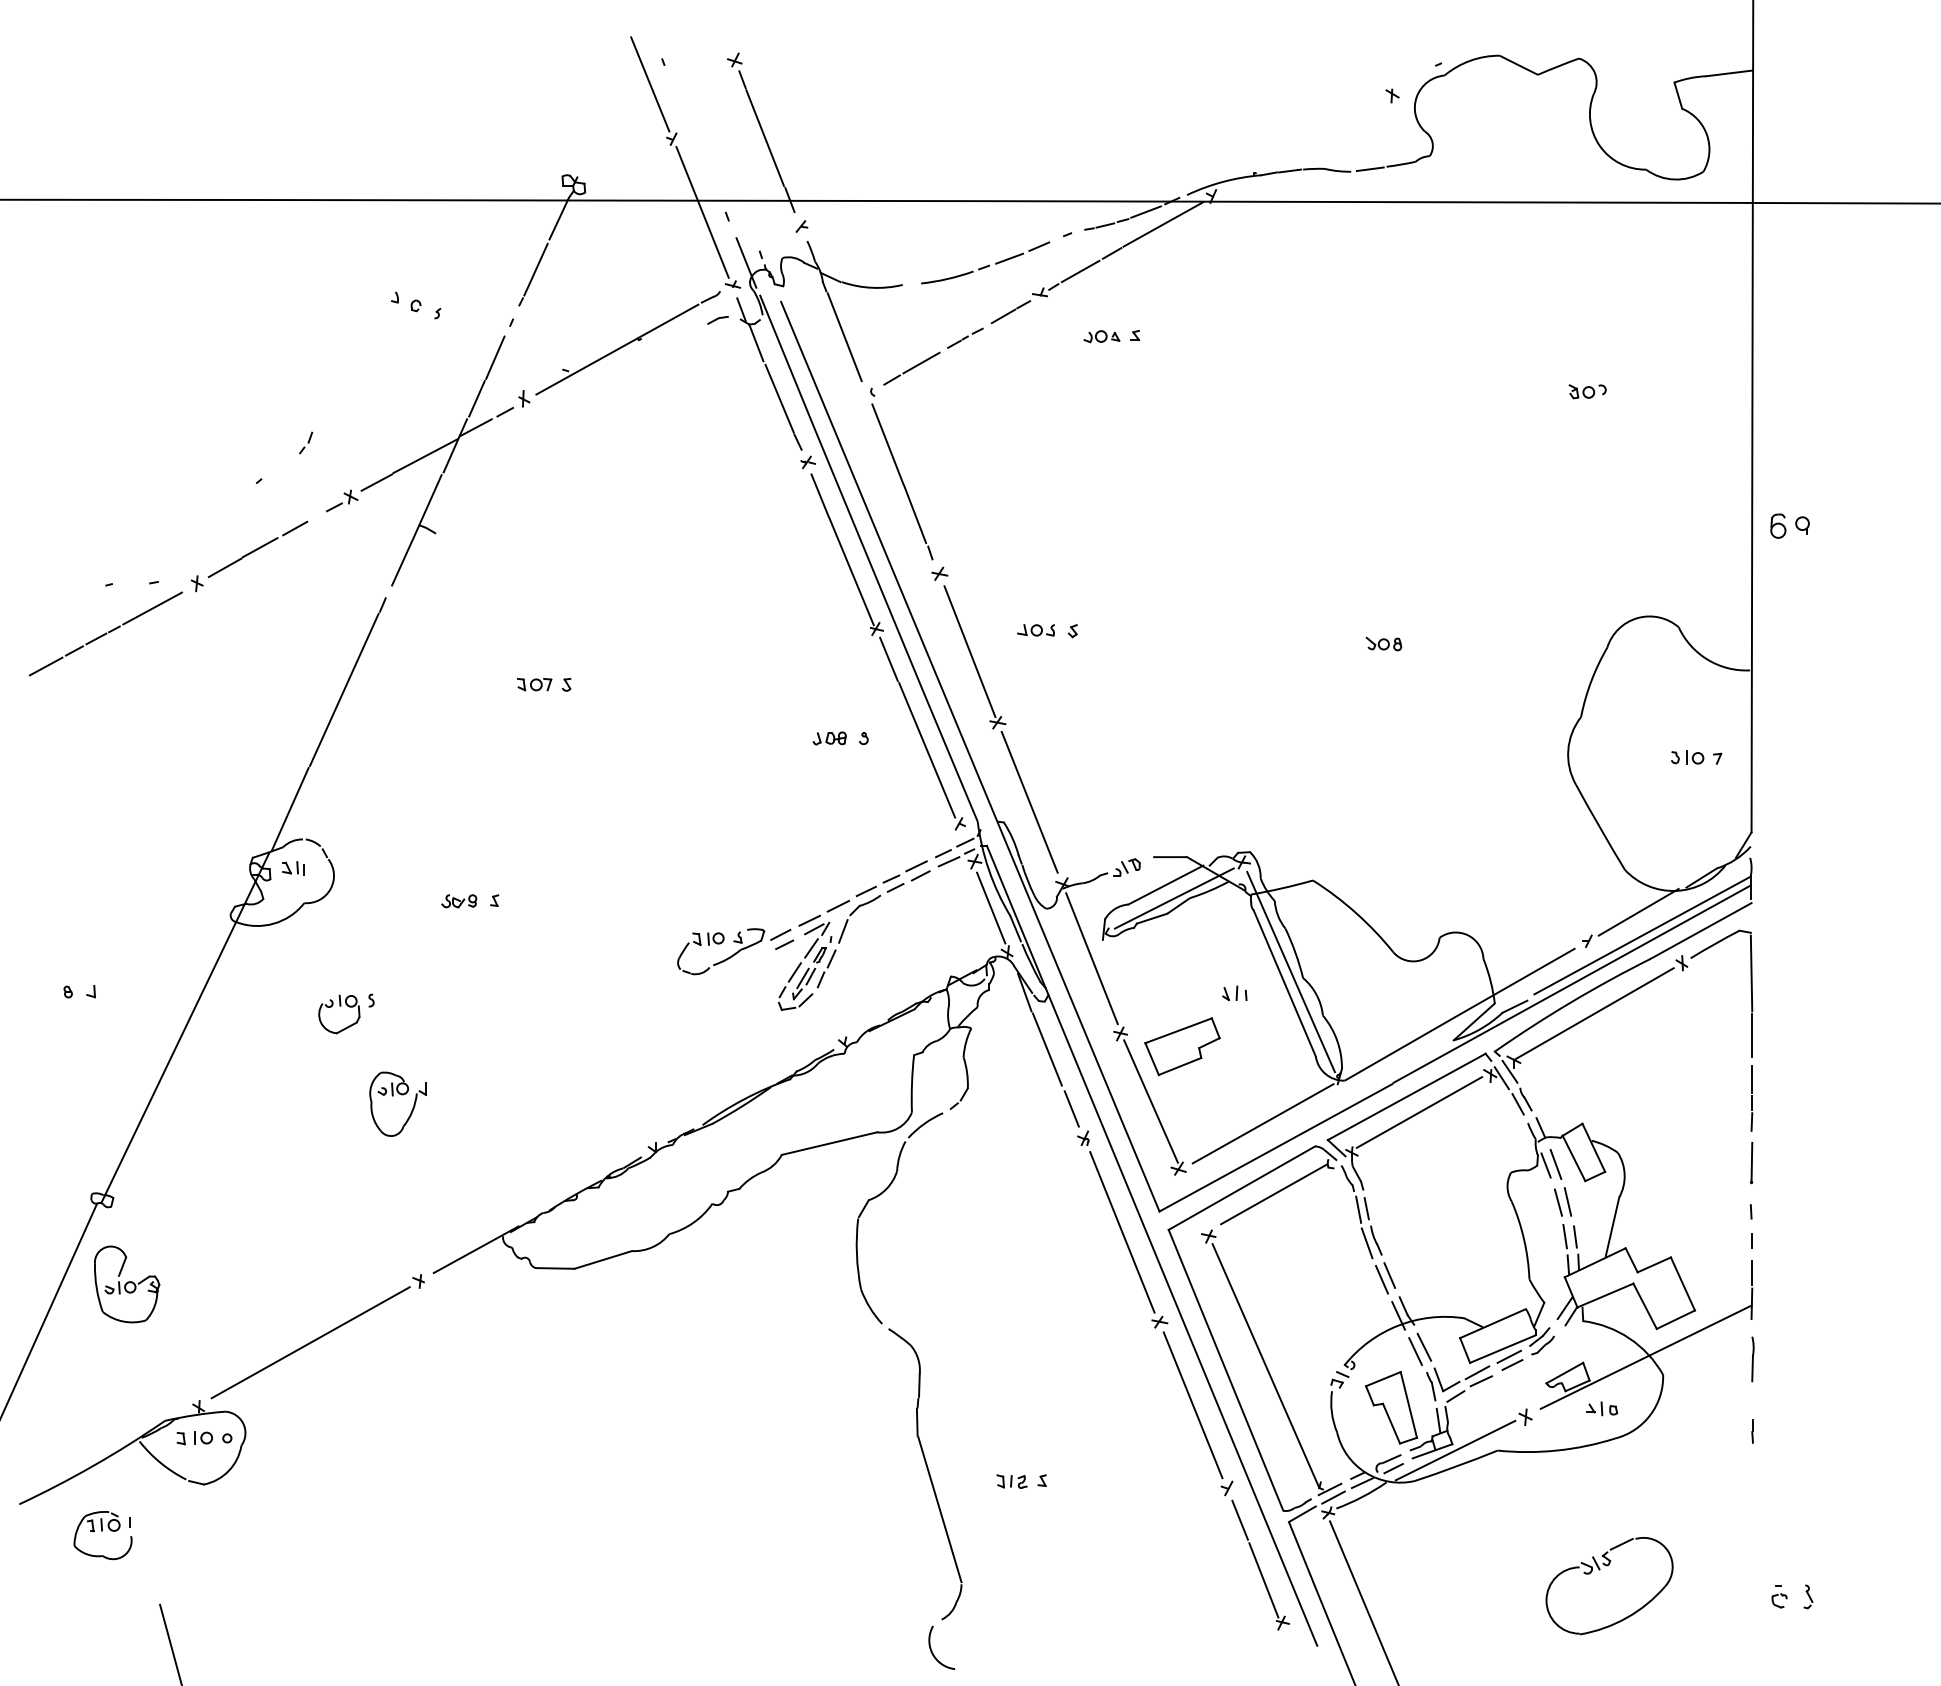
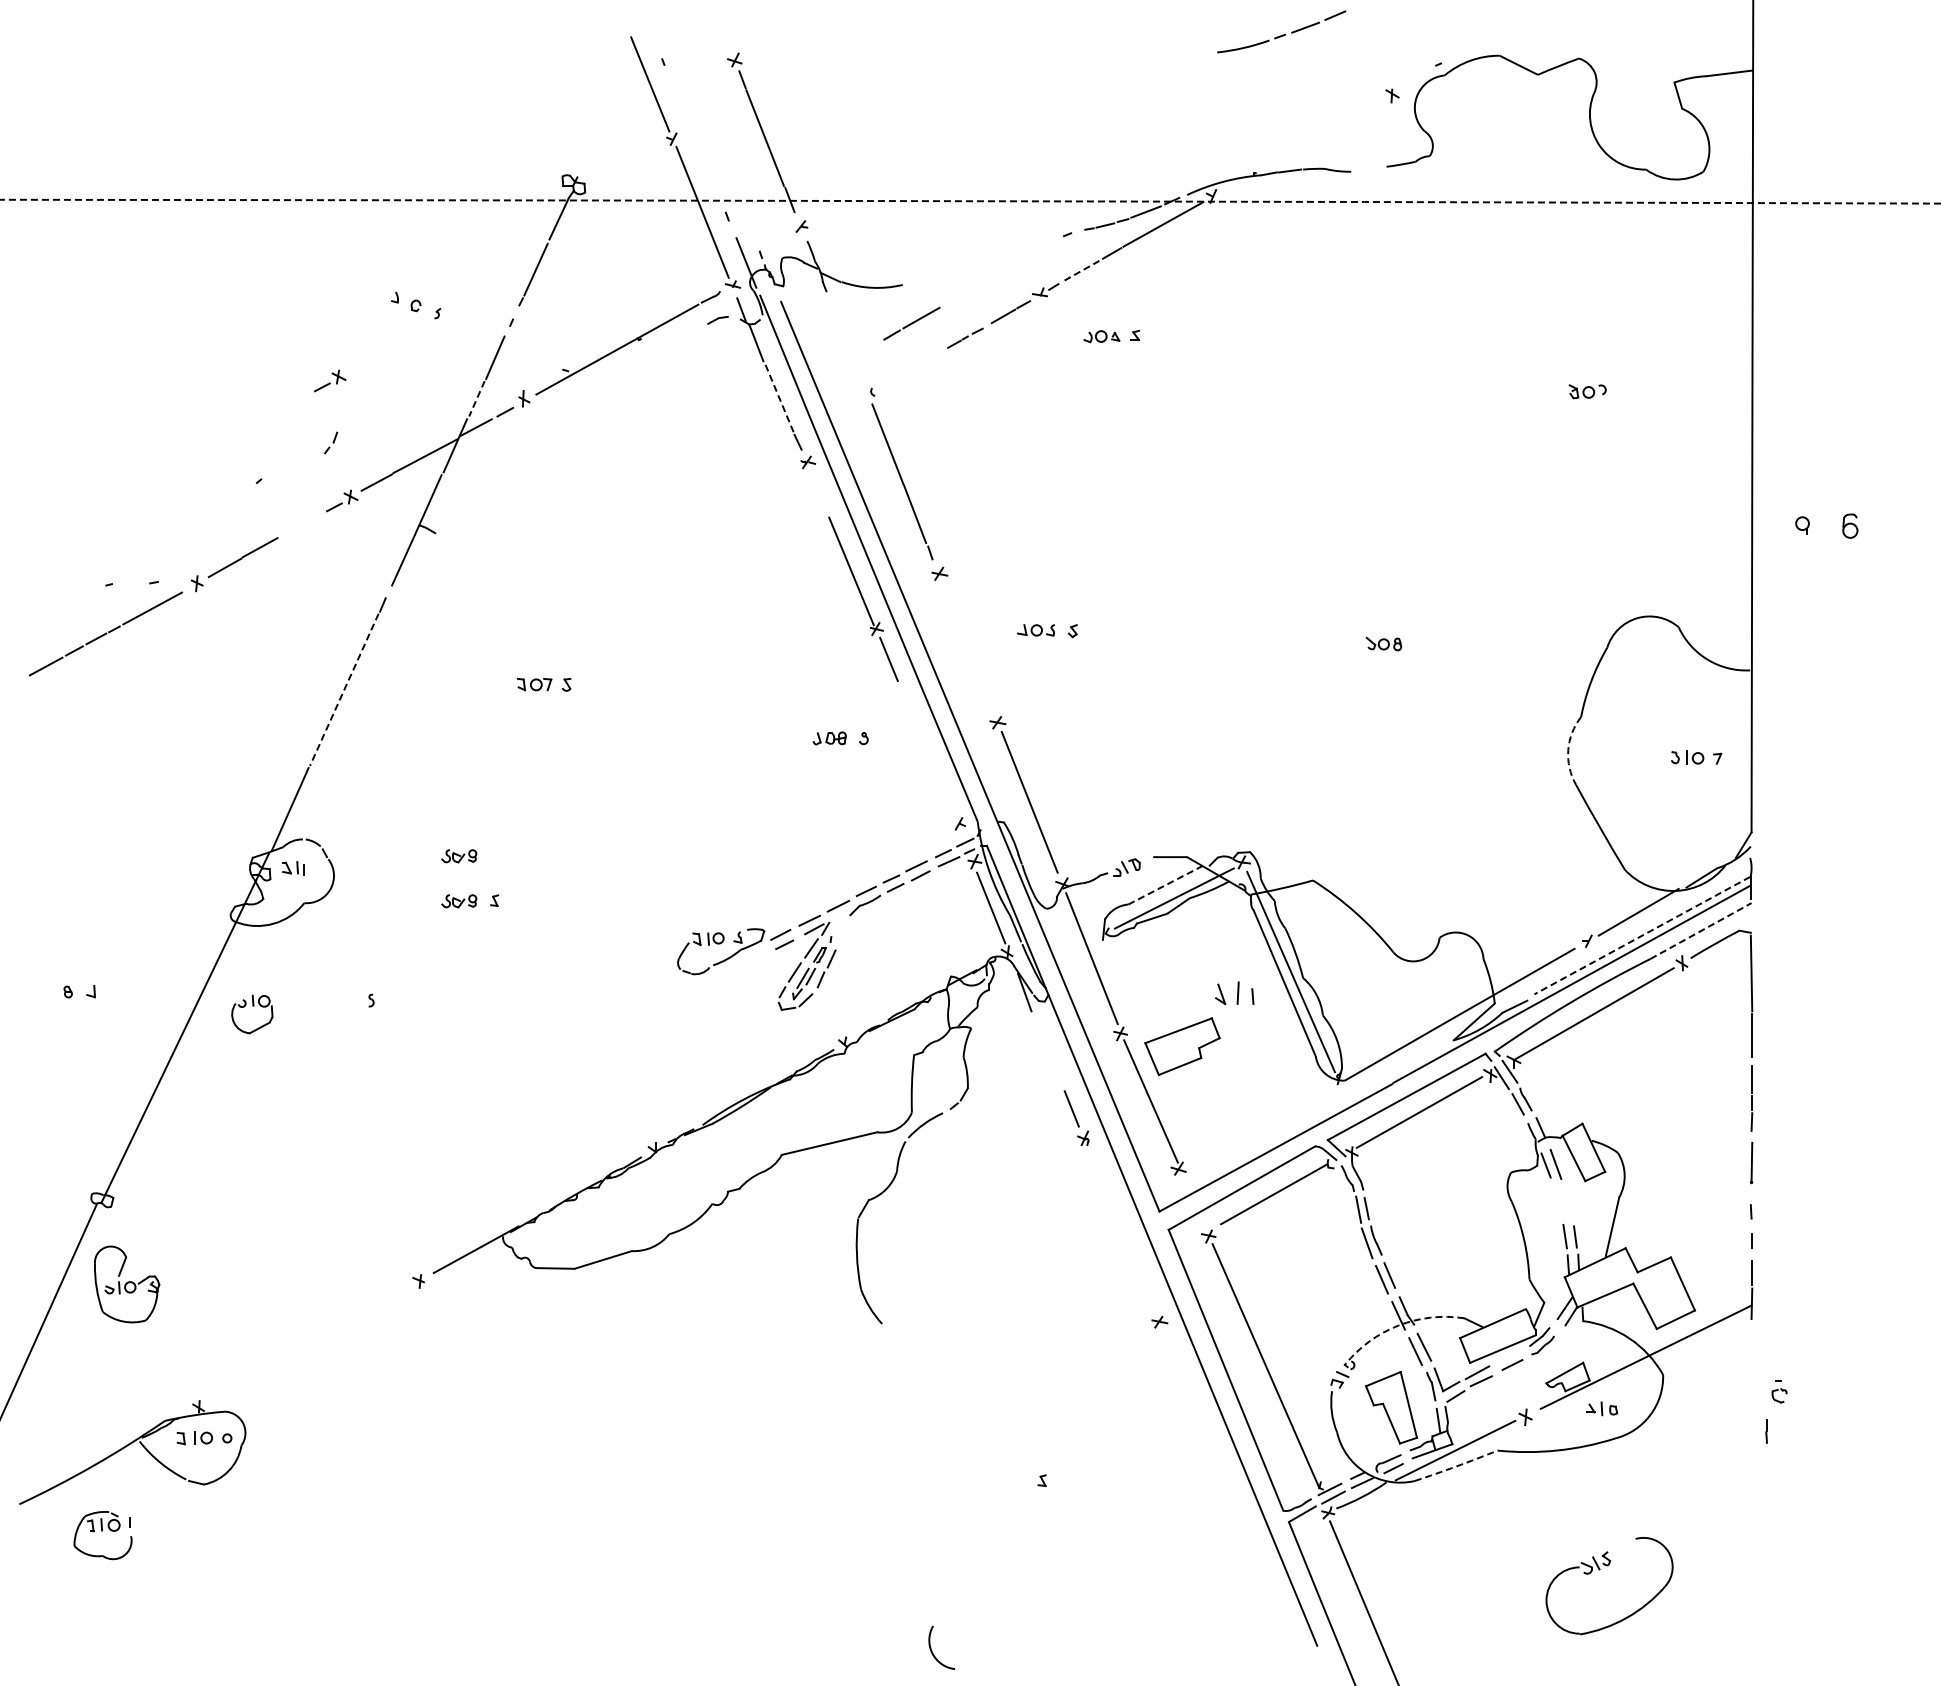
line at (1369, 169): present -> none
circle at (970, 201): solid -> dashed
part at (985, 262) position: (985, 262) -> (1281, 31)
line at (1080, 271): solid -> dashed
line at (844, 337): present -> none
line at (911, 368) position: (911, 368) -> (911, 323)
part at (330, 380): none -> present
line at (779, 398): solid -> dashed
line at (476, 399): solid -> dashed
part at (306, 442) position: (306, 442) -> (331, 442)
line at (819, 495): present -> none
part at (1778, 525) position: (1778, 525) -> (1850, 525)
line at (295, 528): present -> none
line at (969, 651): present -> none
line at (344, 690): solid -> dashed
line at (927, 750): present -> none
arc at (1568, 750): solid -> dashed
part at (459, 856): none -> present
line at (1166, 884): solid -> dashed
line at (843, 931): present -> none
line at (1700, 931): solid -> dashed
line at (1642, 935): solid -> dashed
part at (1234, 993) size: 26x17 px -> 40x24 px
part at (339, 1006) position: (339, 1006) -> (252, 1006)
line at (1046, 1049): present -> none
part at (401, 1095): present -> none
line at (1262, 1123): present -> none
part at (1563, 1201): present -> none
line at (1122, 1232): present -> none
arc at (1398, 1325): solid -> dashed
line at (310, 1342): present -> none
line at (1508, 1356): present -> none
line at (1752, 1359): present -> none
line at (1752, 1431) position: (1752, 1431) -> (1766, 1431)
arc at (1456, 1466): solid -> dashed
part at (925, 1474): present -> none
part at (1225, 1480): present -> none
part at (1011, 1481): present -> none
line at (1621, 1544): present -> none
part at (1779, 1596) position: (1779, 1596) -> (1779, 1391)
part at (1808, 1596): present -> none
line at (170, 1643): present -> none
